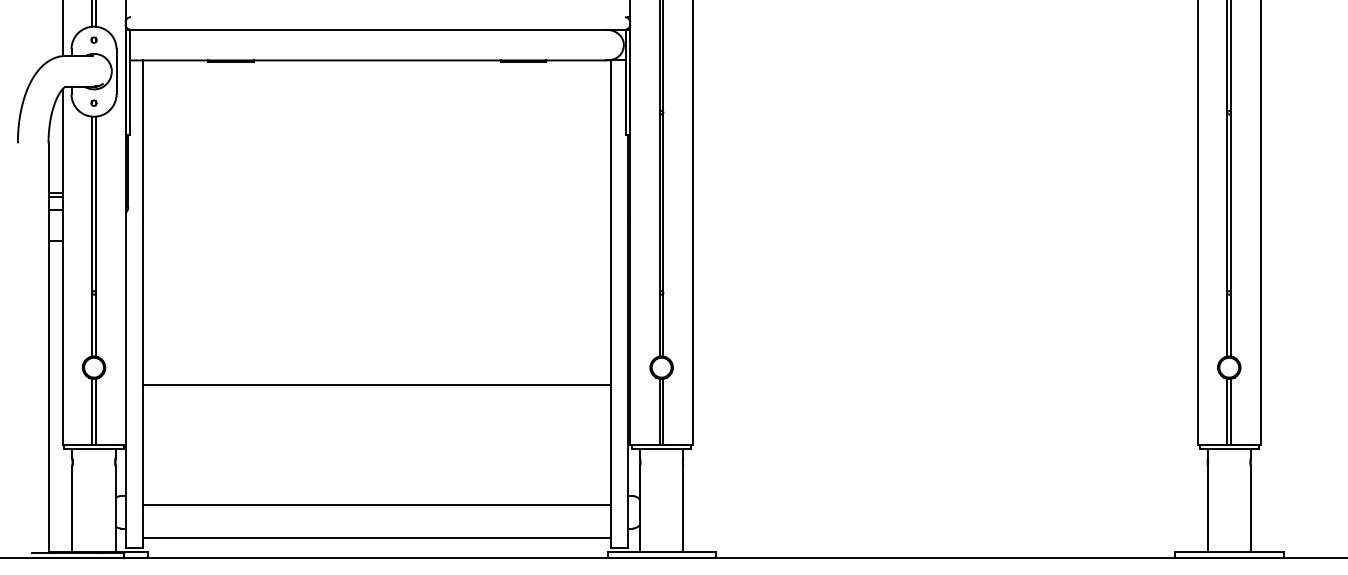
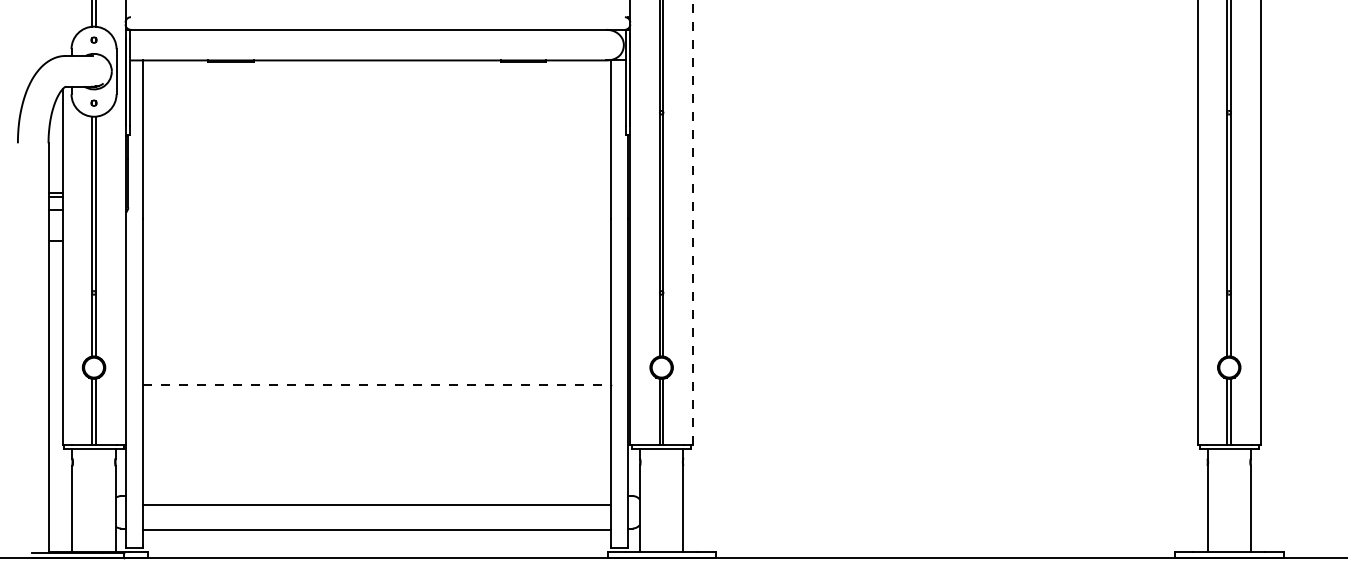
line at (62, 29): present -> none
line at (693, 222): solid -> dashed
line at (377, 384): solid -> dashed
line at (376, 538) position: (376, 538) -> (376, 530)
